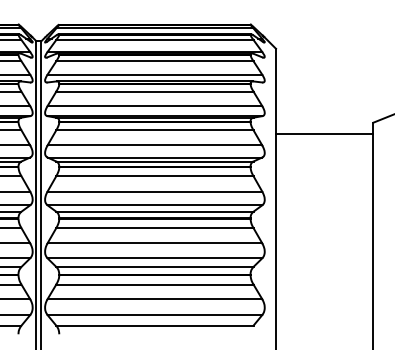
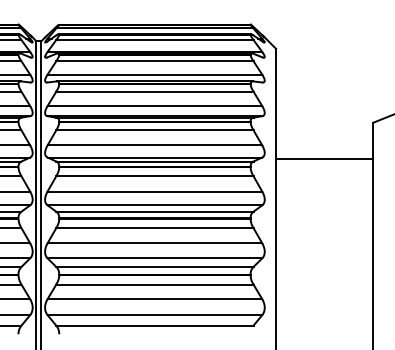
line at (324, 134) position: (324, 134) -> (324, 159)
